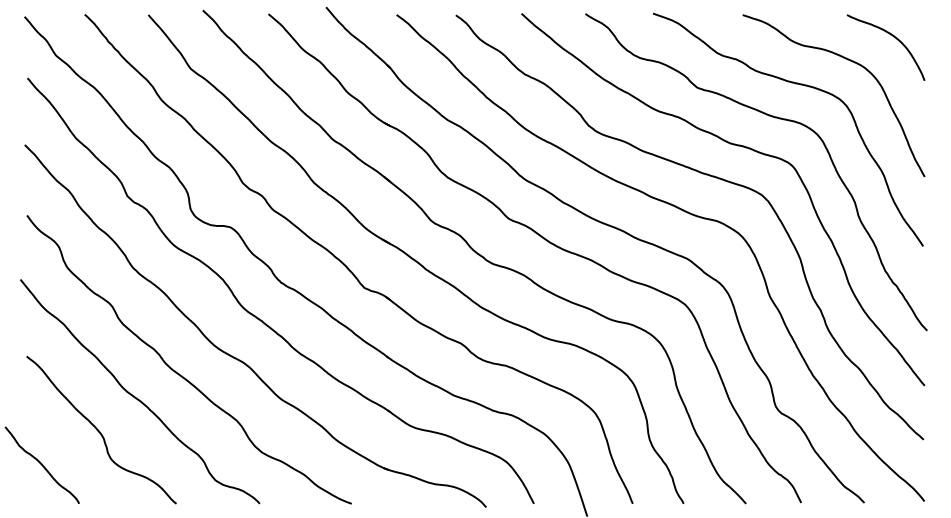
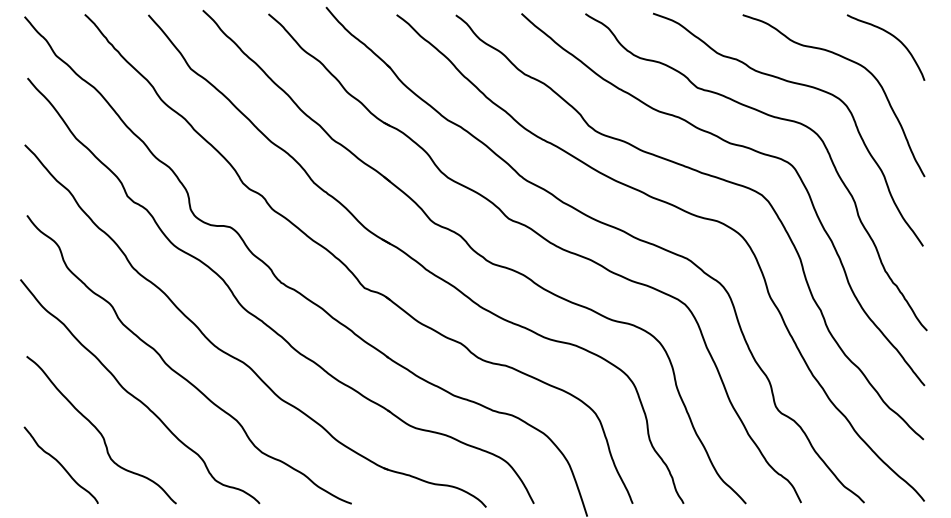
curve at (41, 464) position: (41, 464) -> (60, 464)
